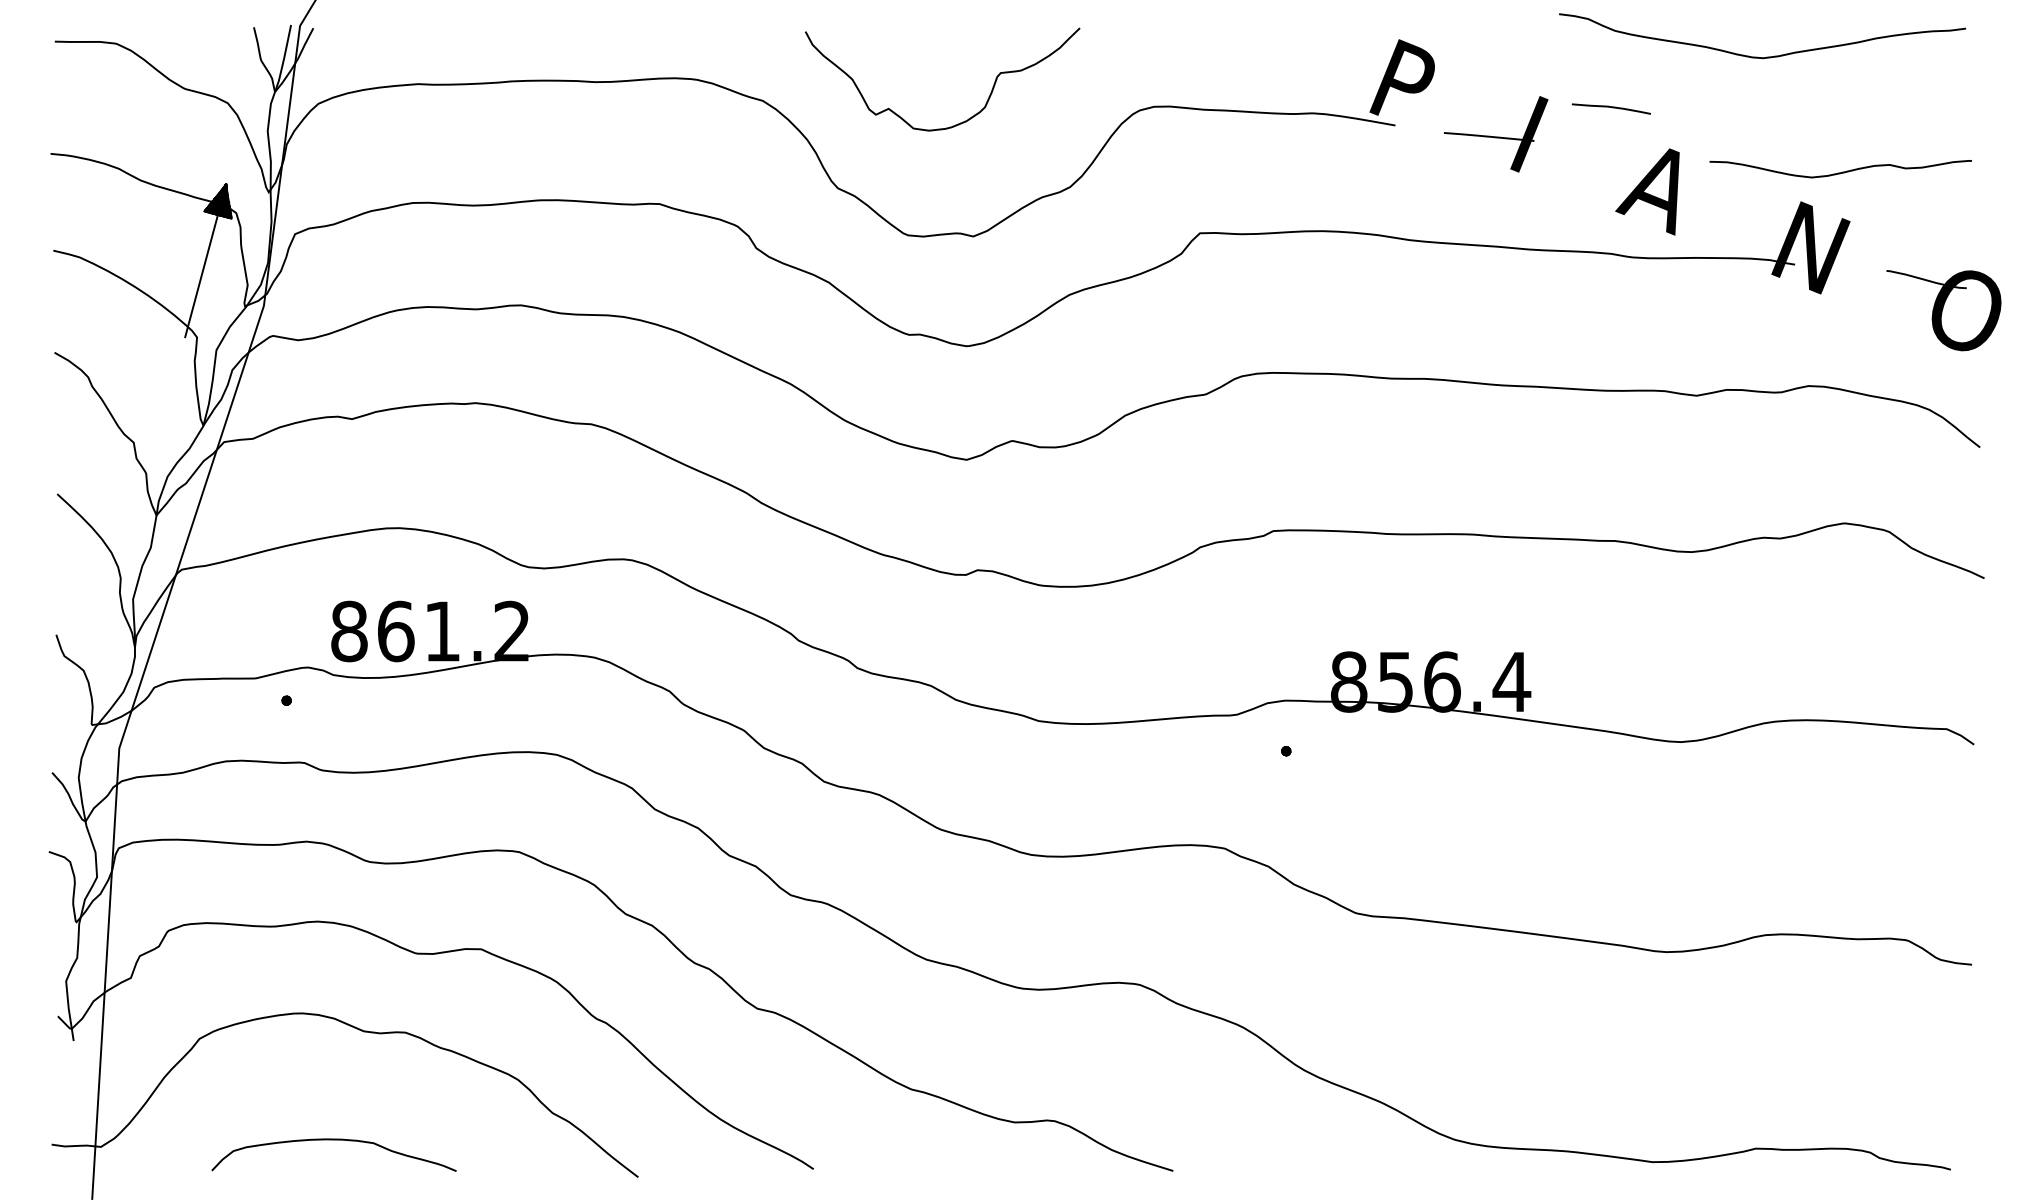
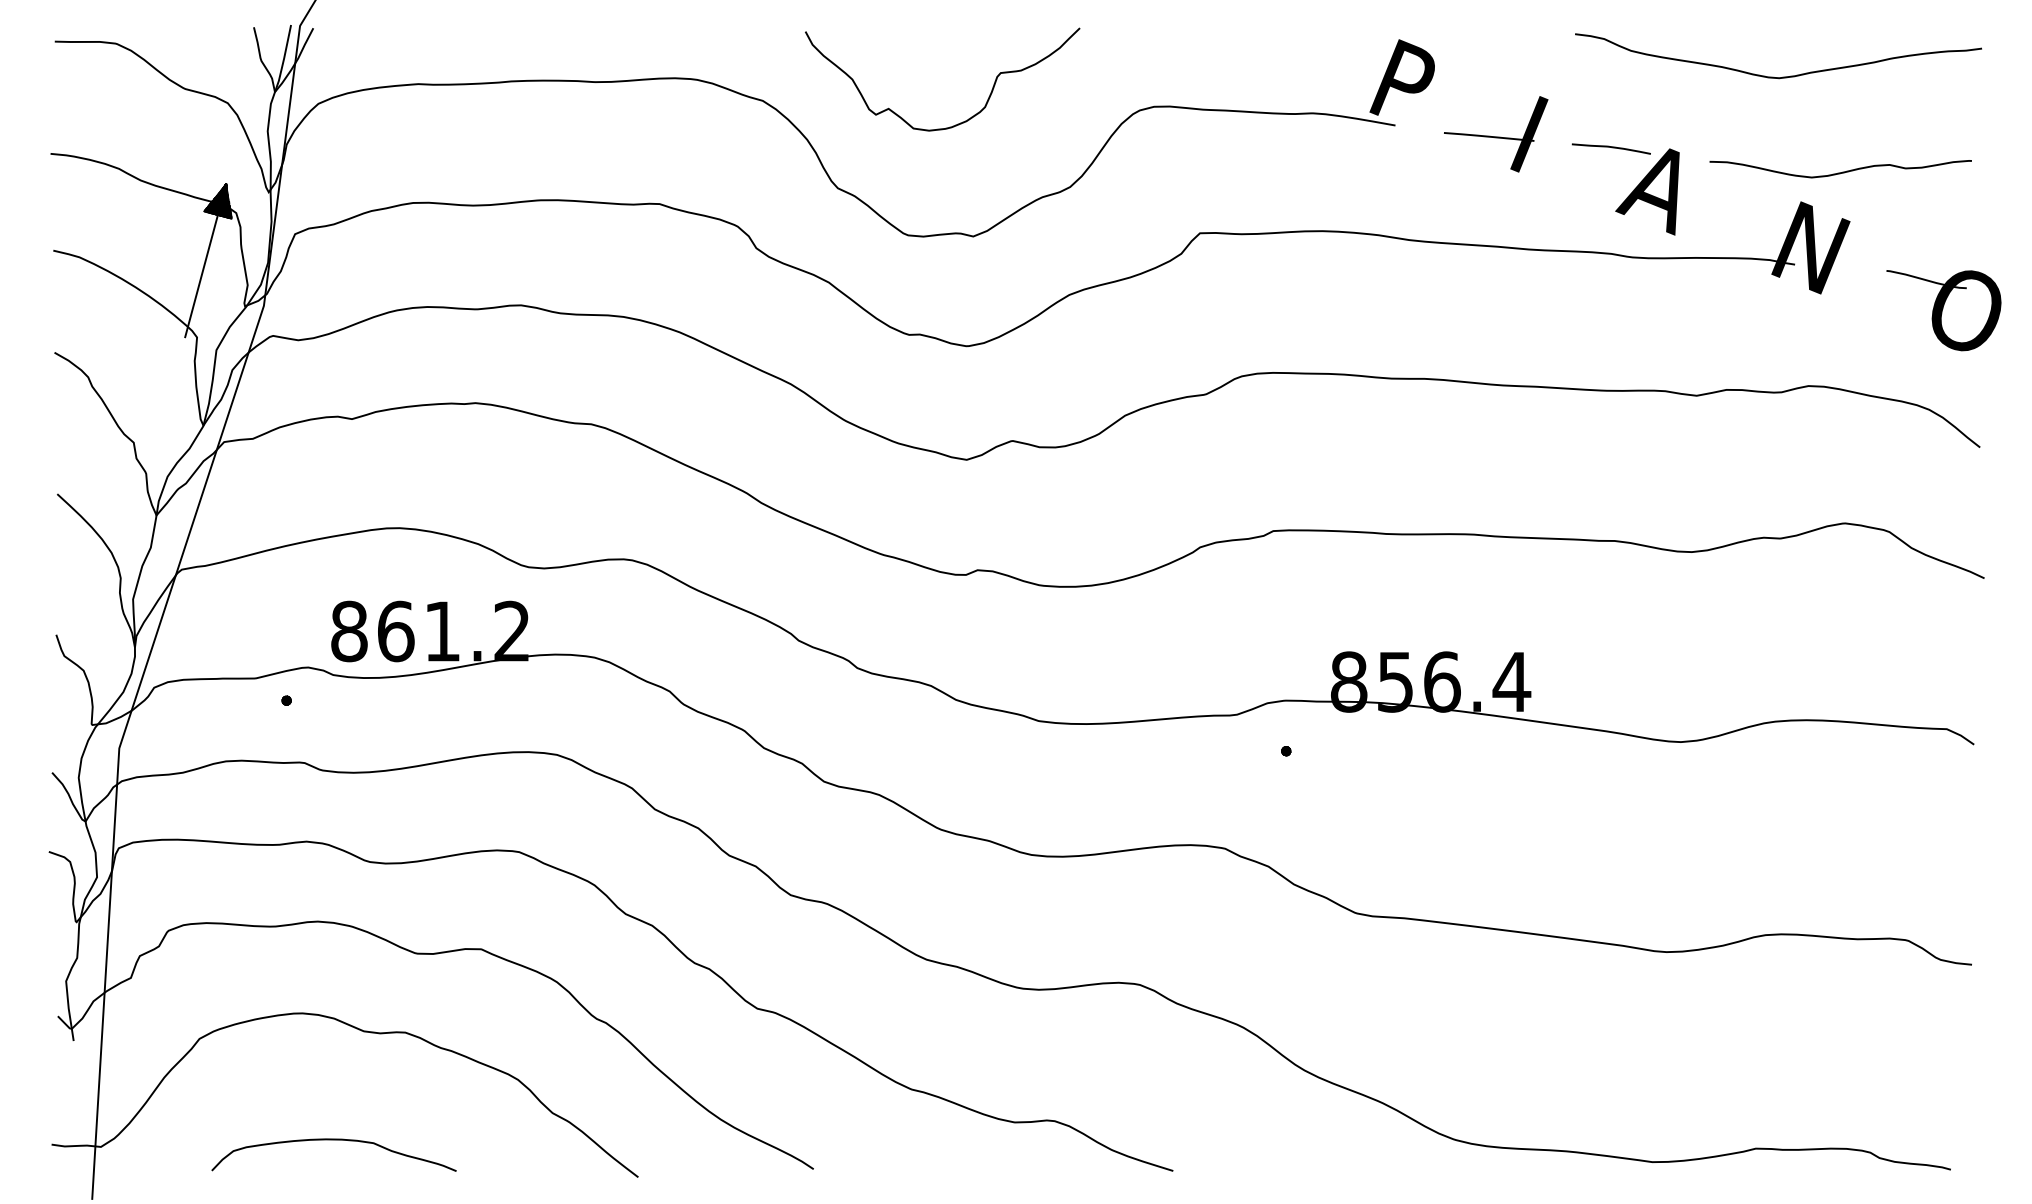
curve at (1766, 56) position: (1766, 56) -> (1782, 76)
curve at (1610, 107) position: (1610, 107) -> (1610, 147)
